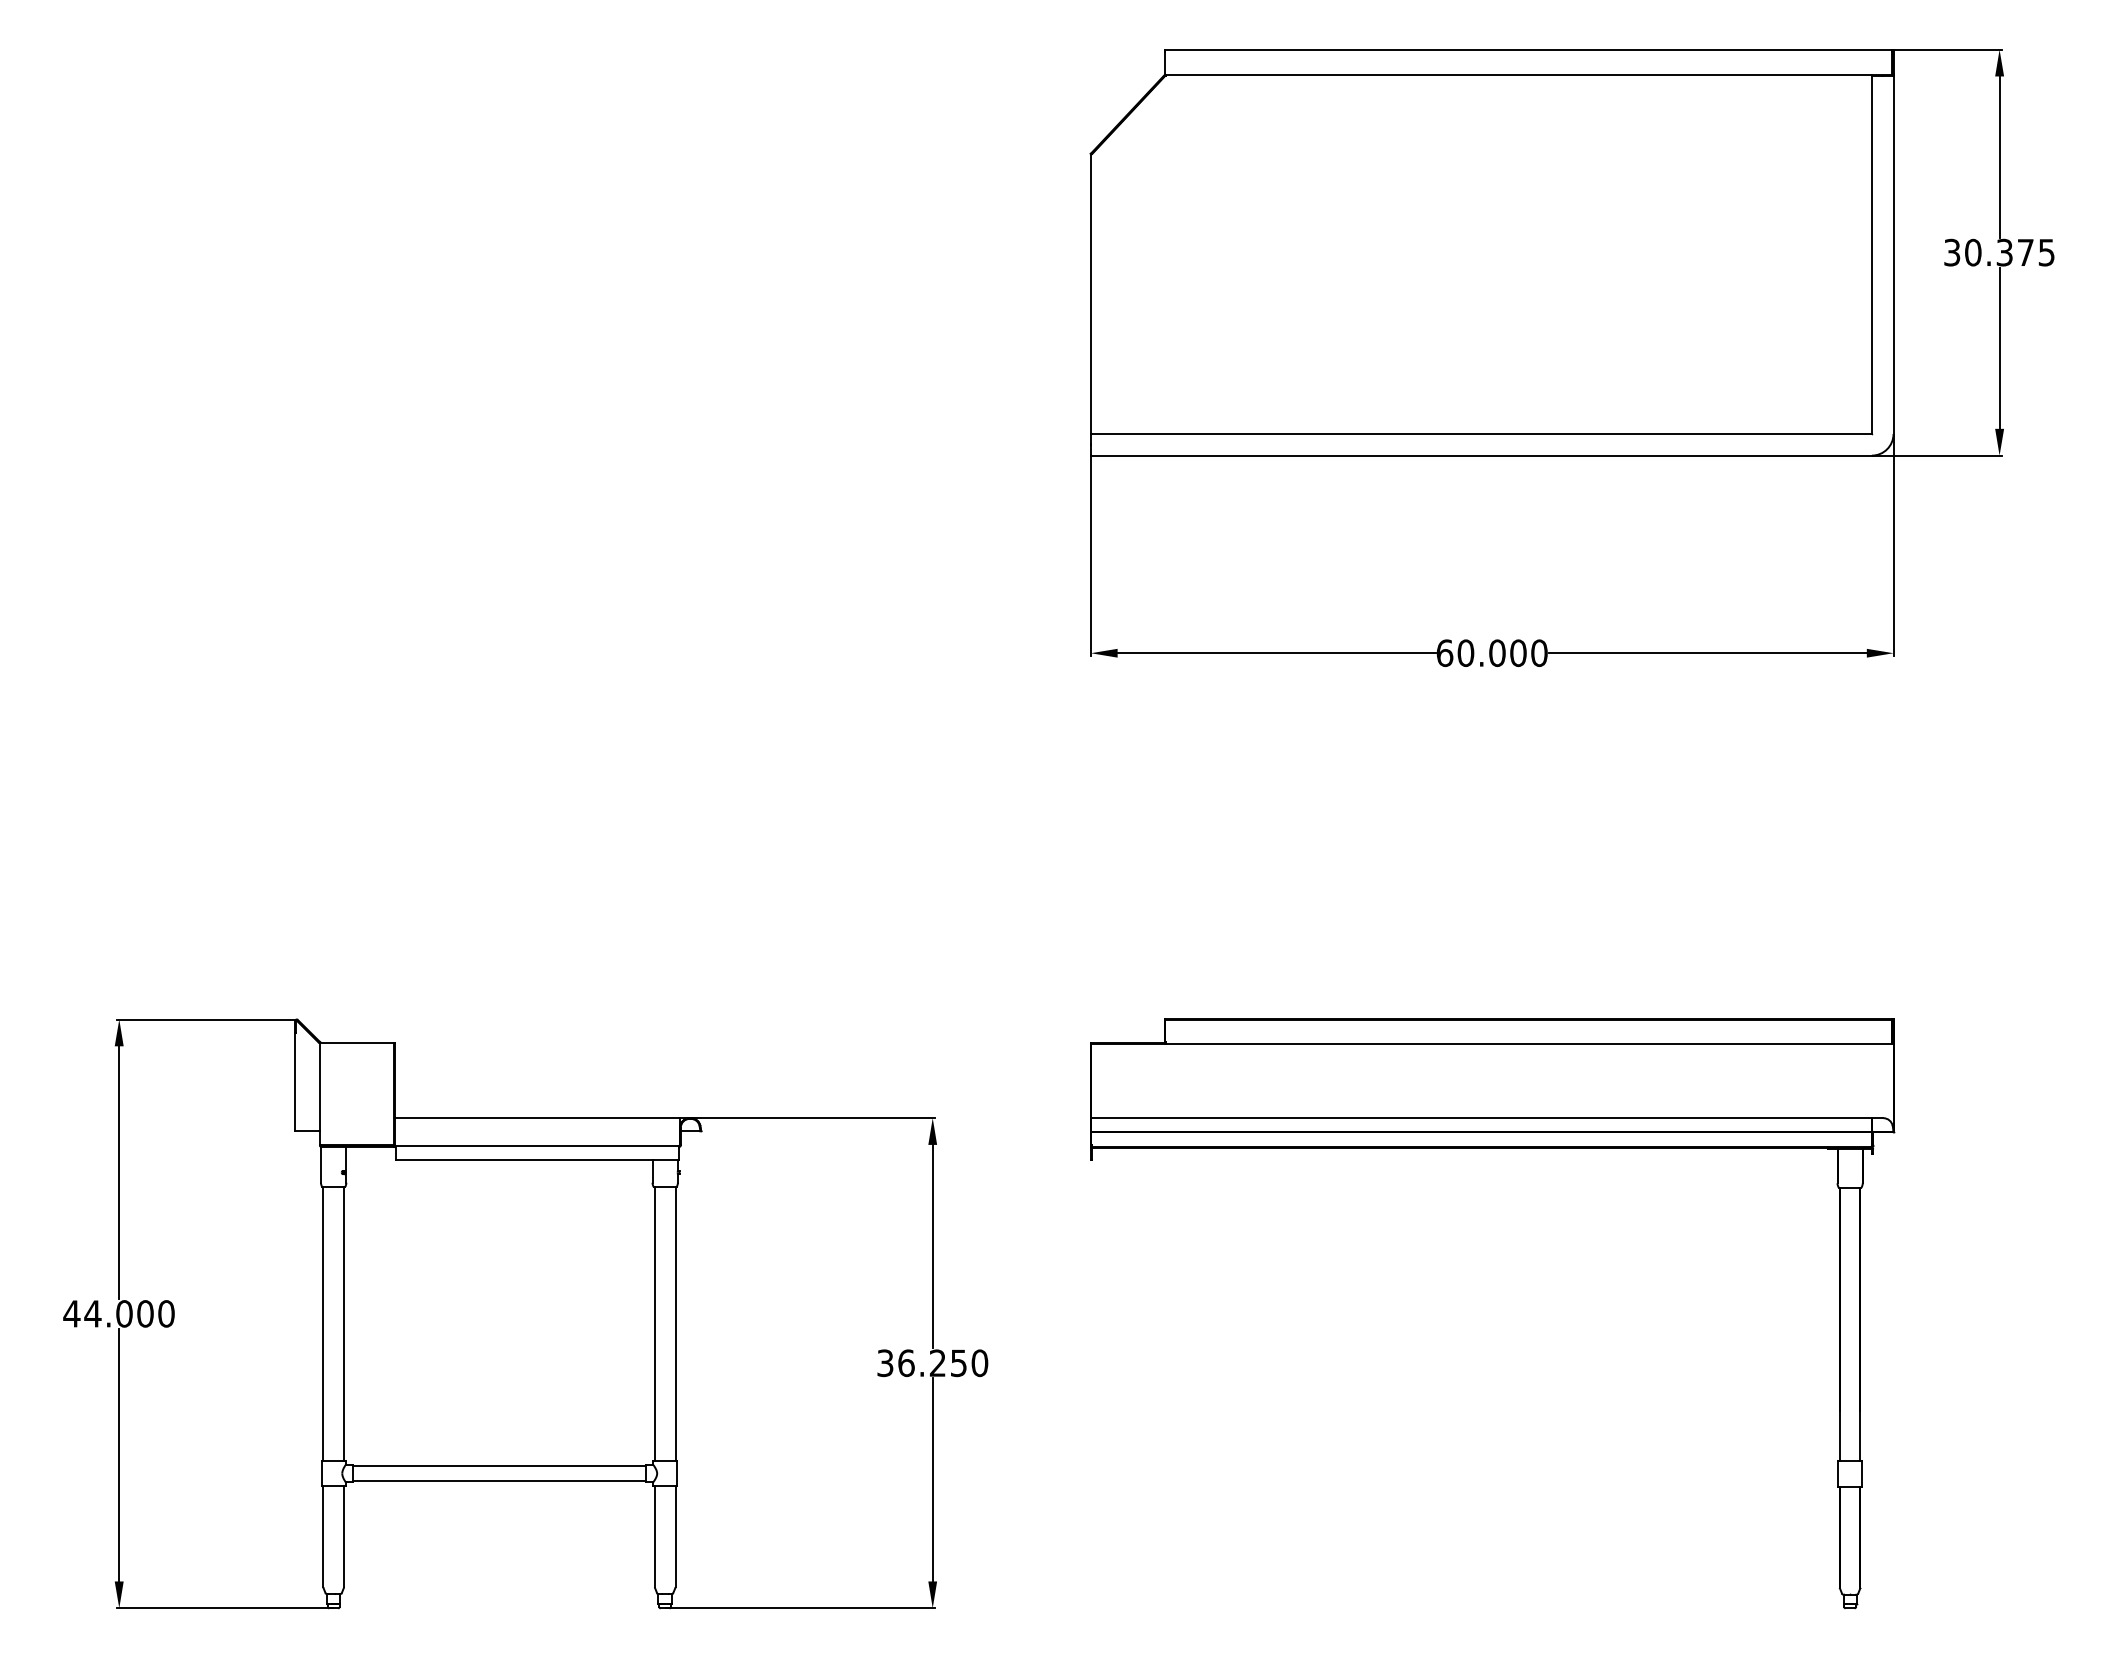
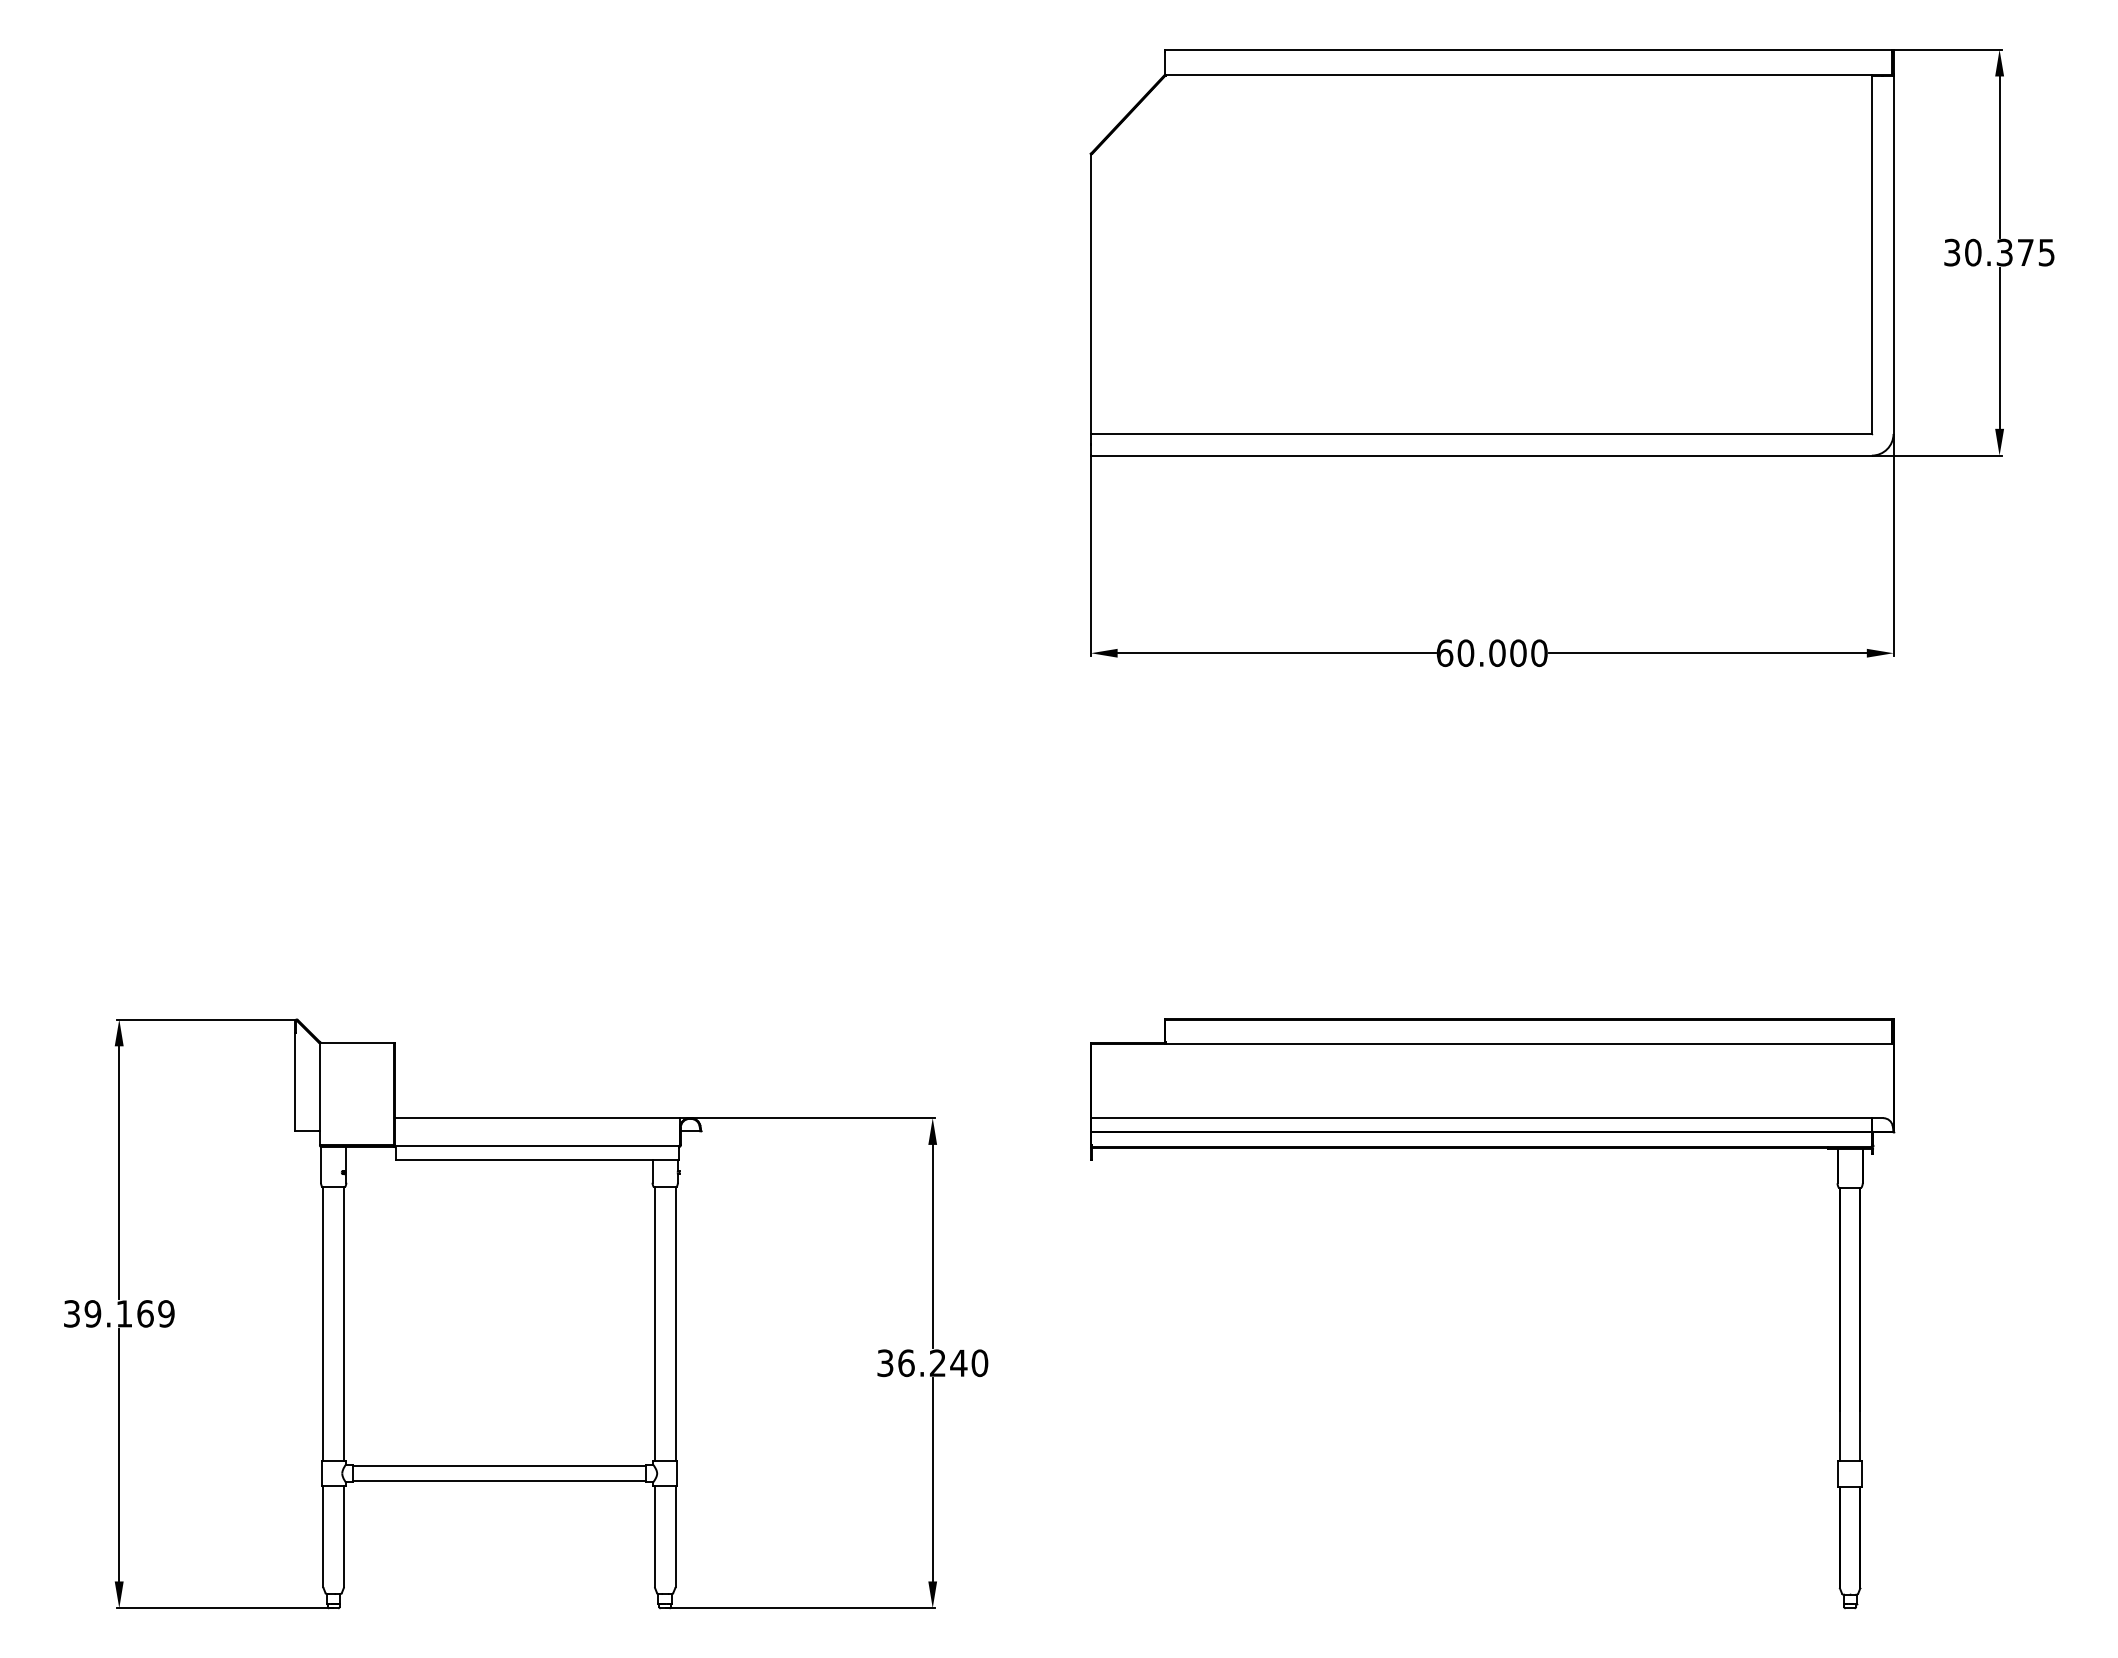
text at (118, 1313): 44.000 -> 39.169
text at (958, 1363): 36.250 -> 36.240
